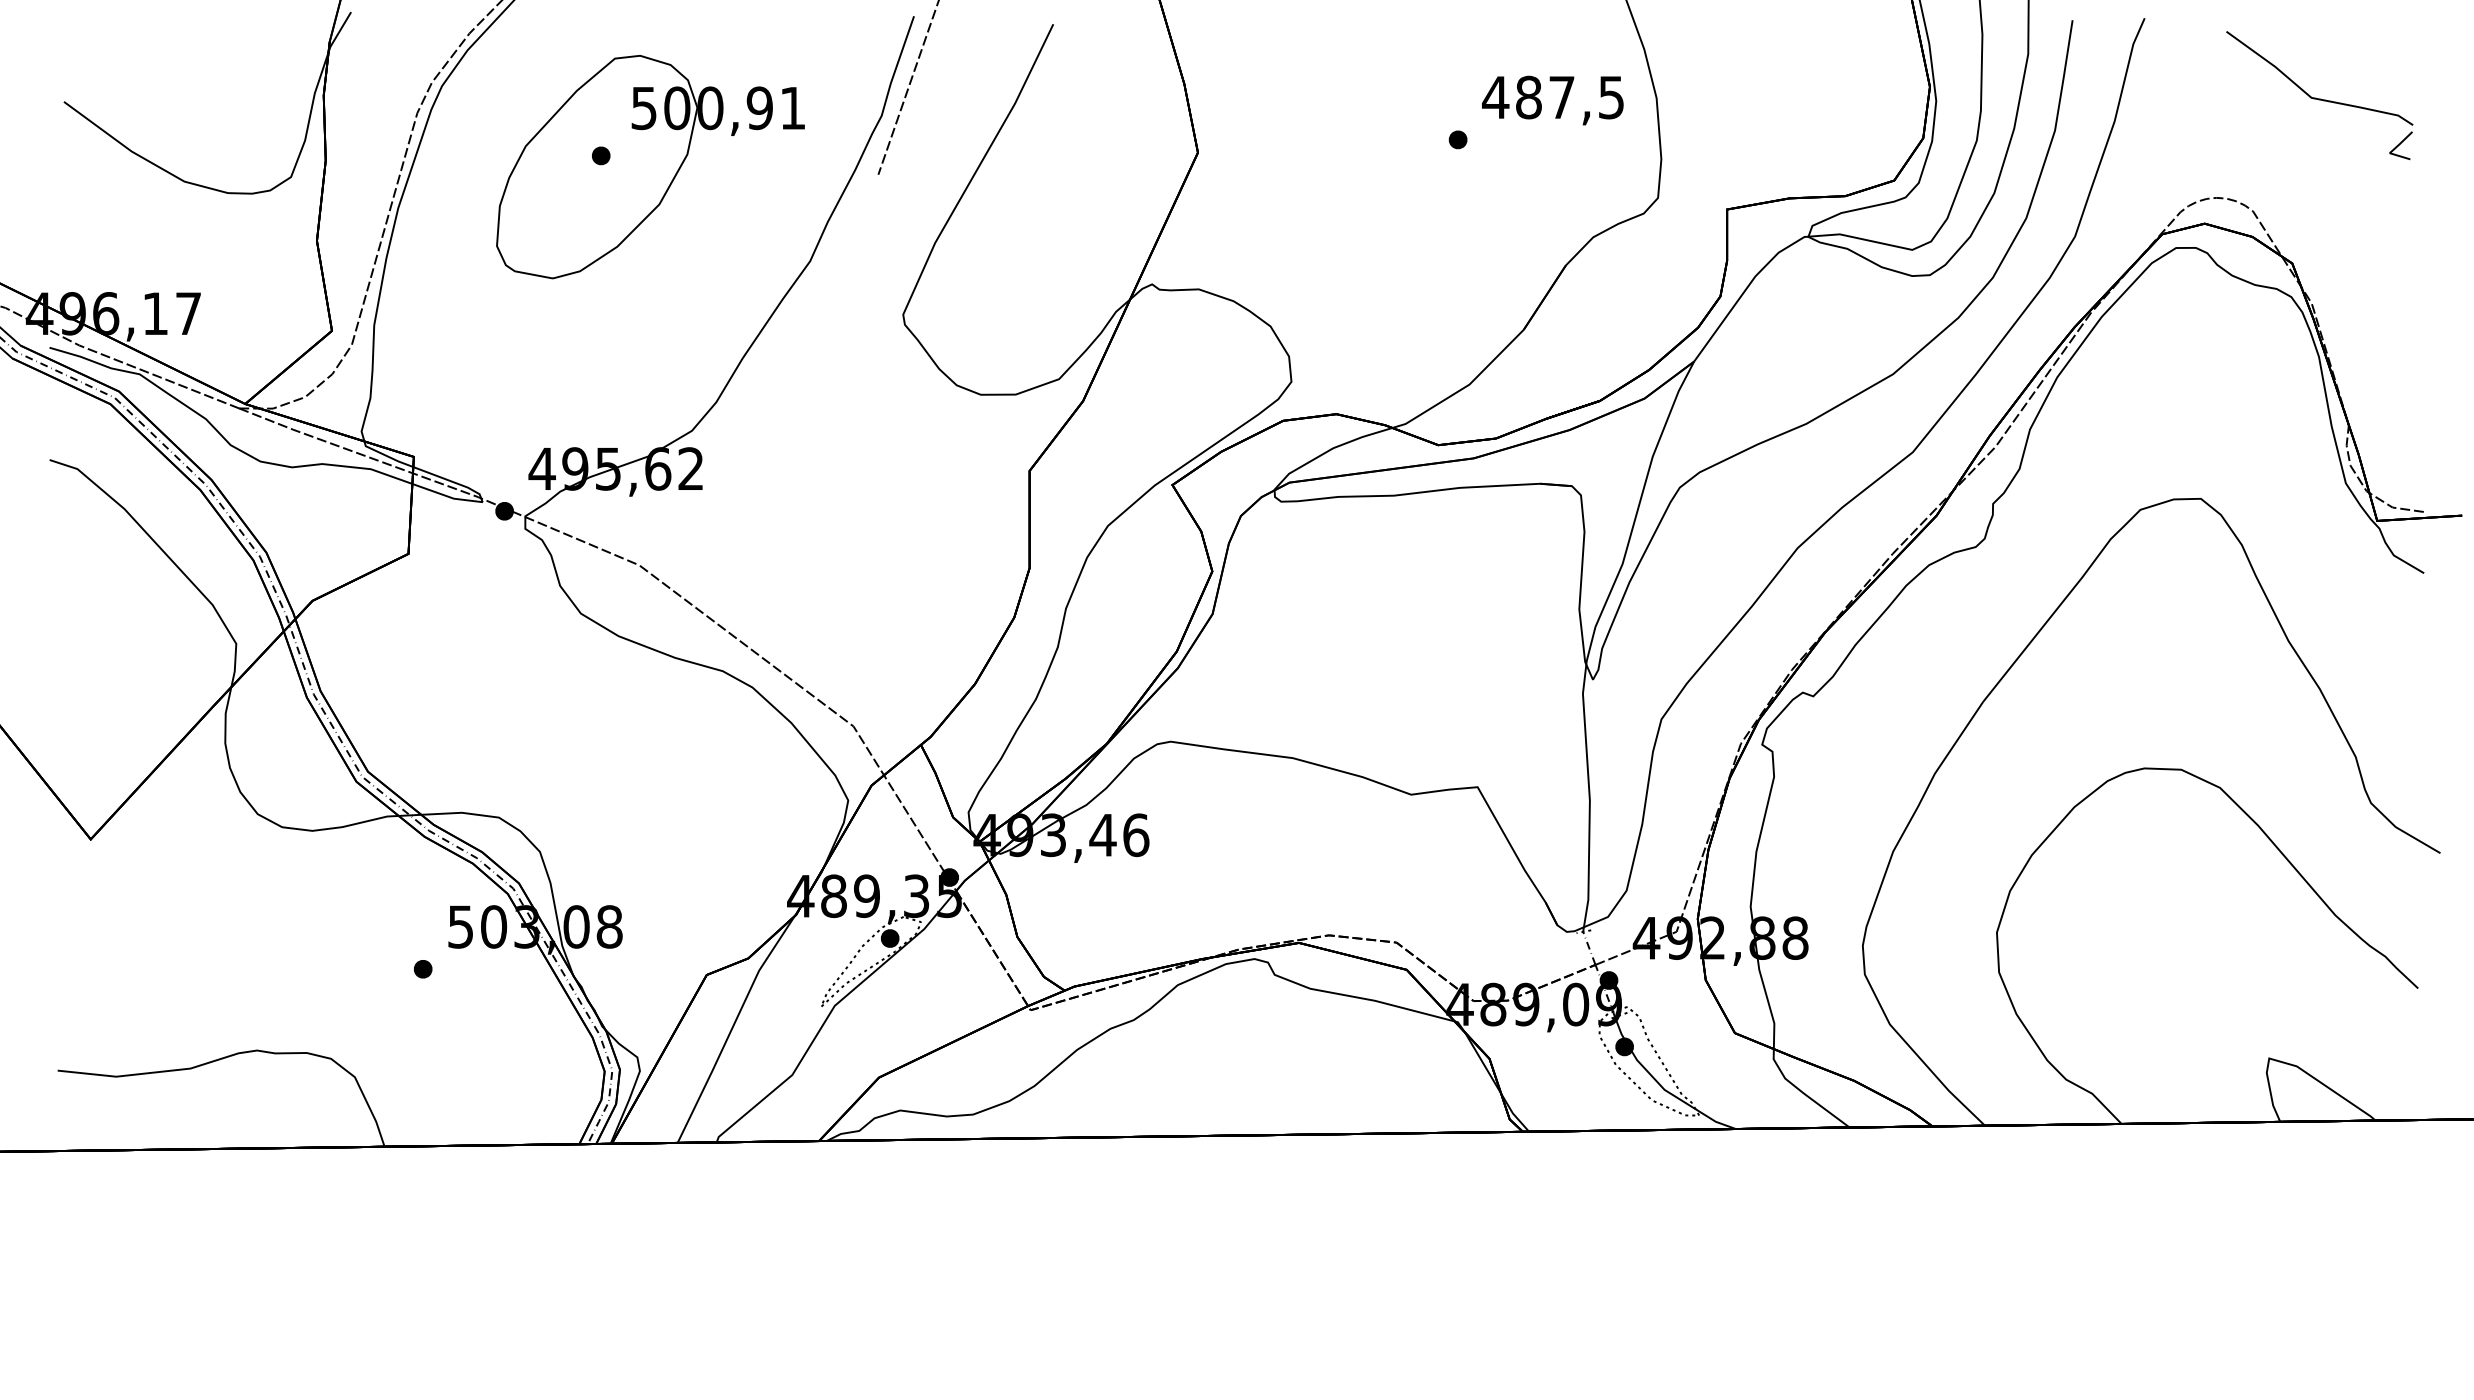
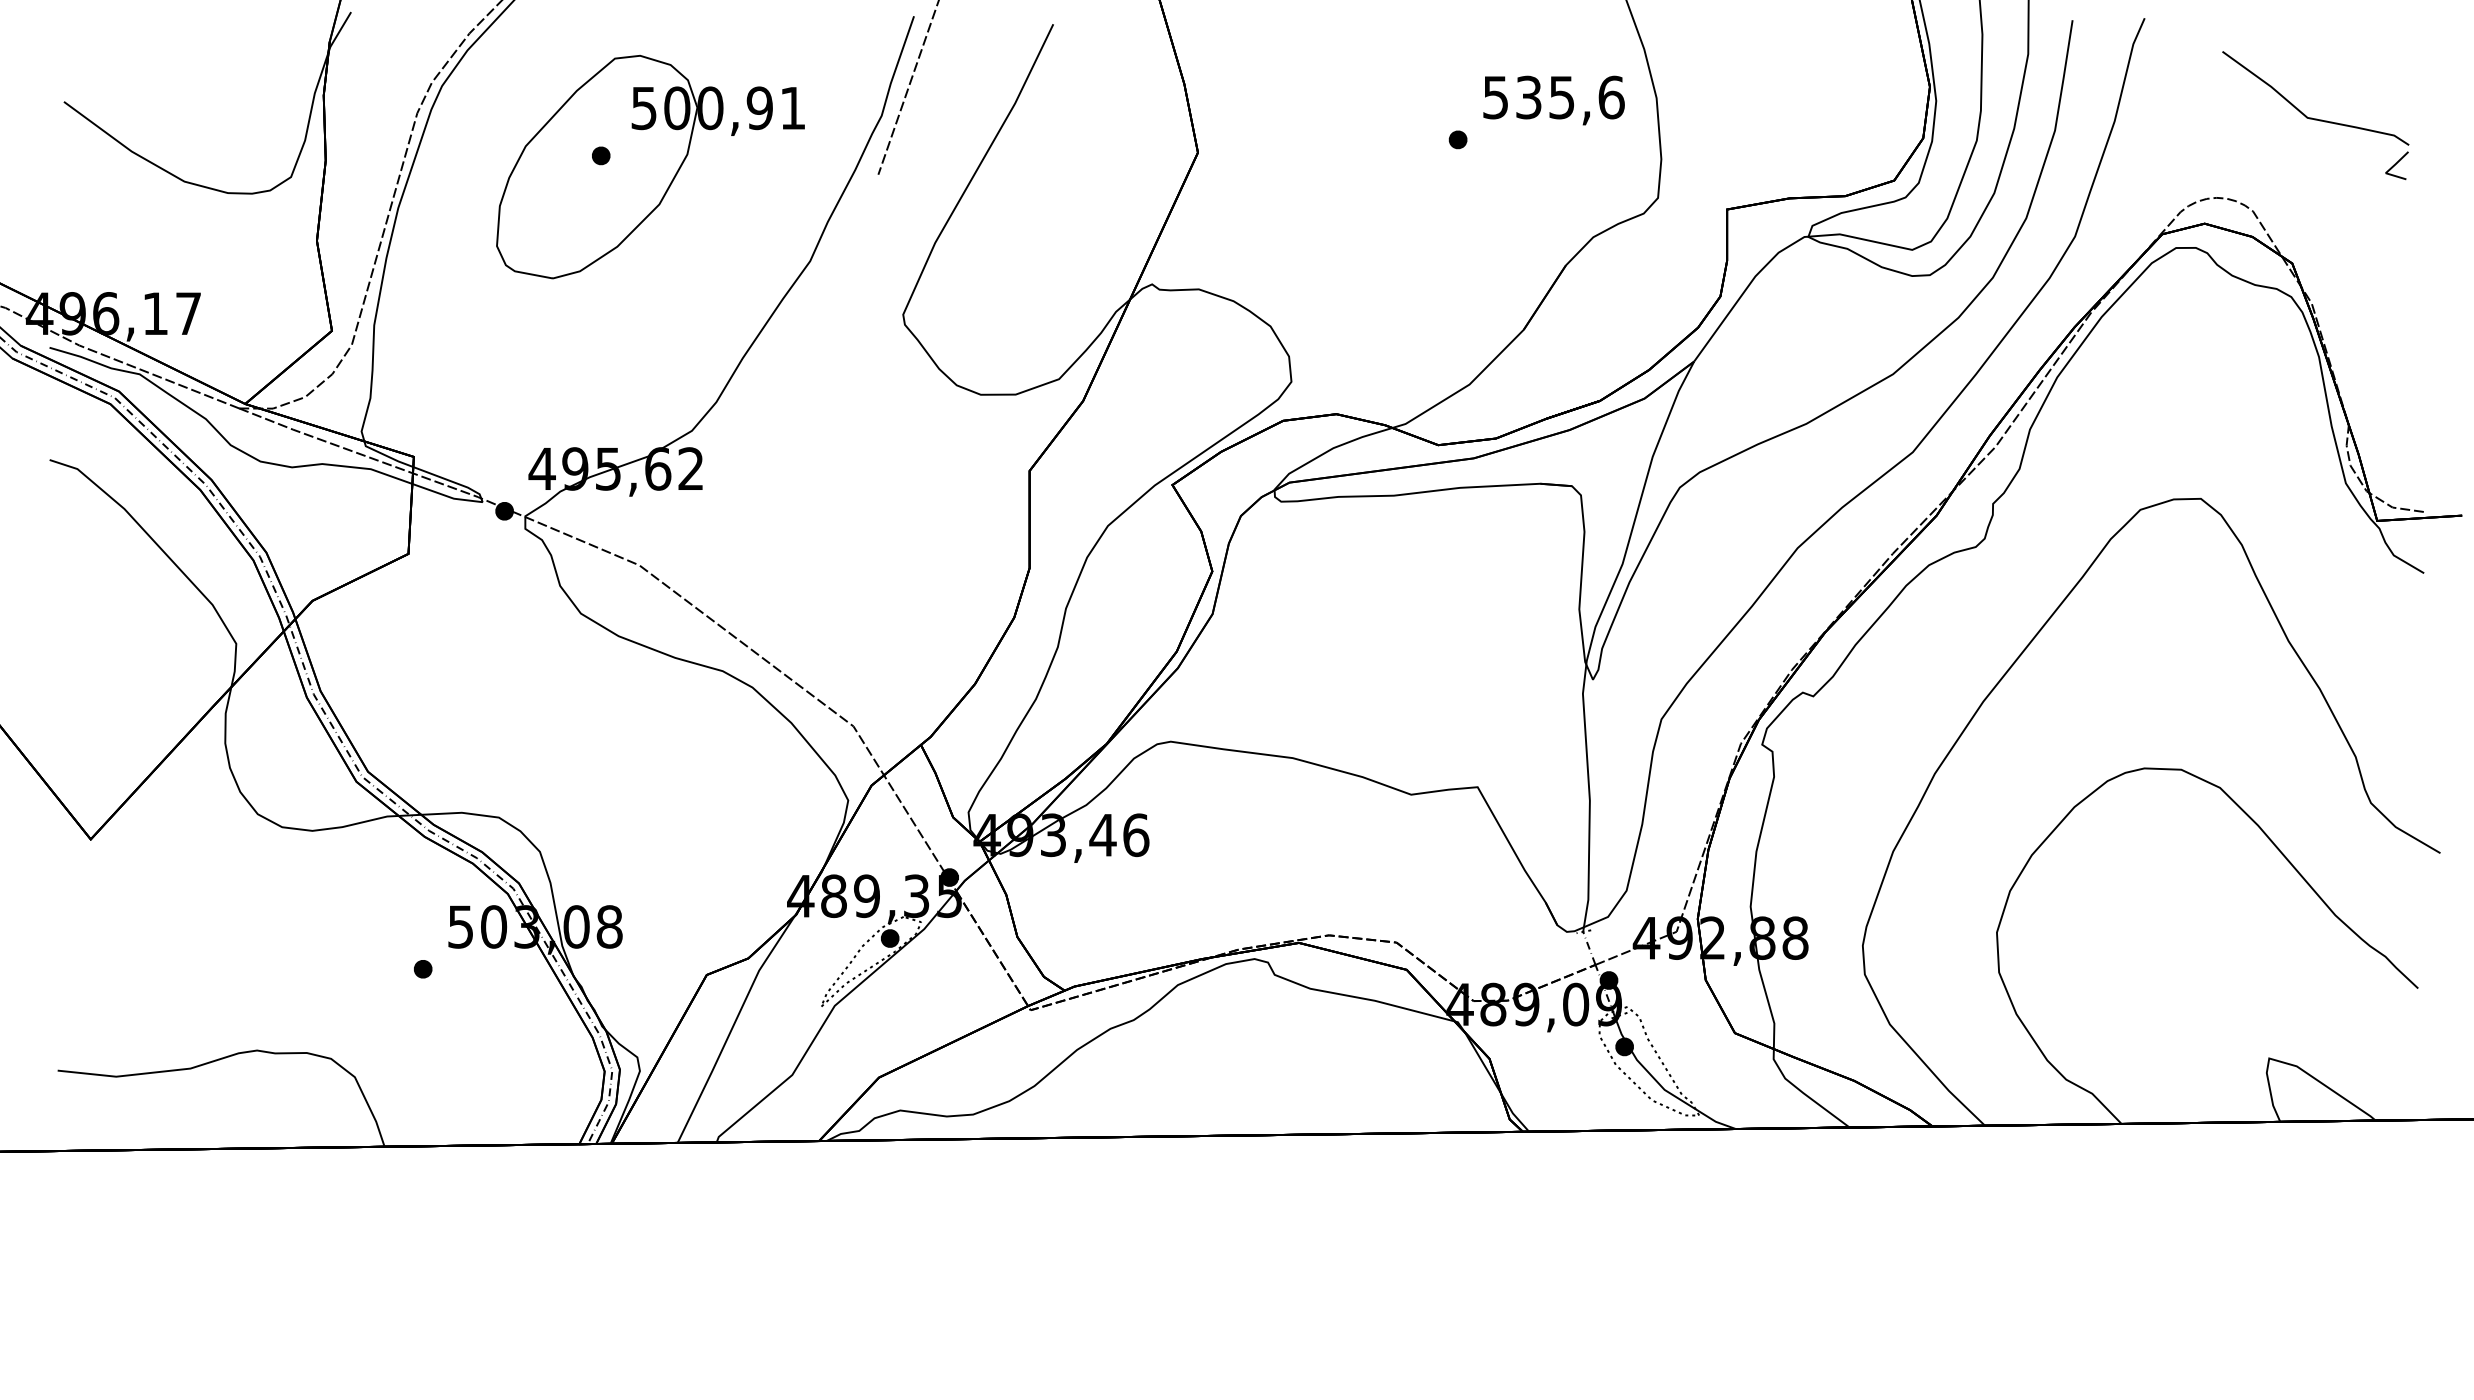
part at (2319, 95) position: (2319, 95) -> (2315, 115)
text at (1553, 97): 487,5 -> 535,6
